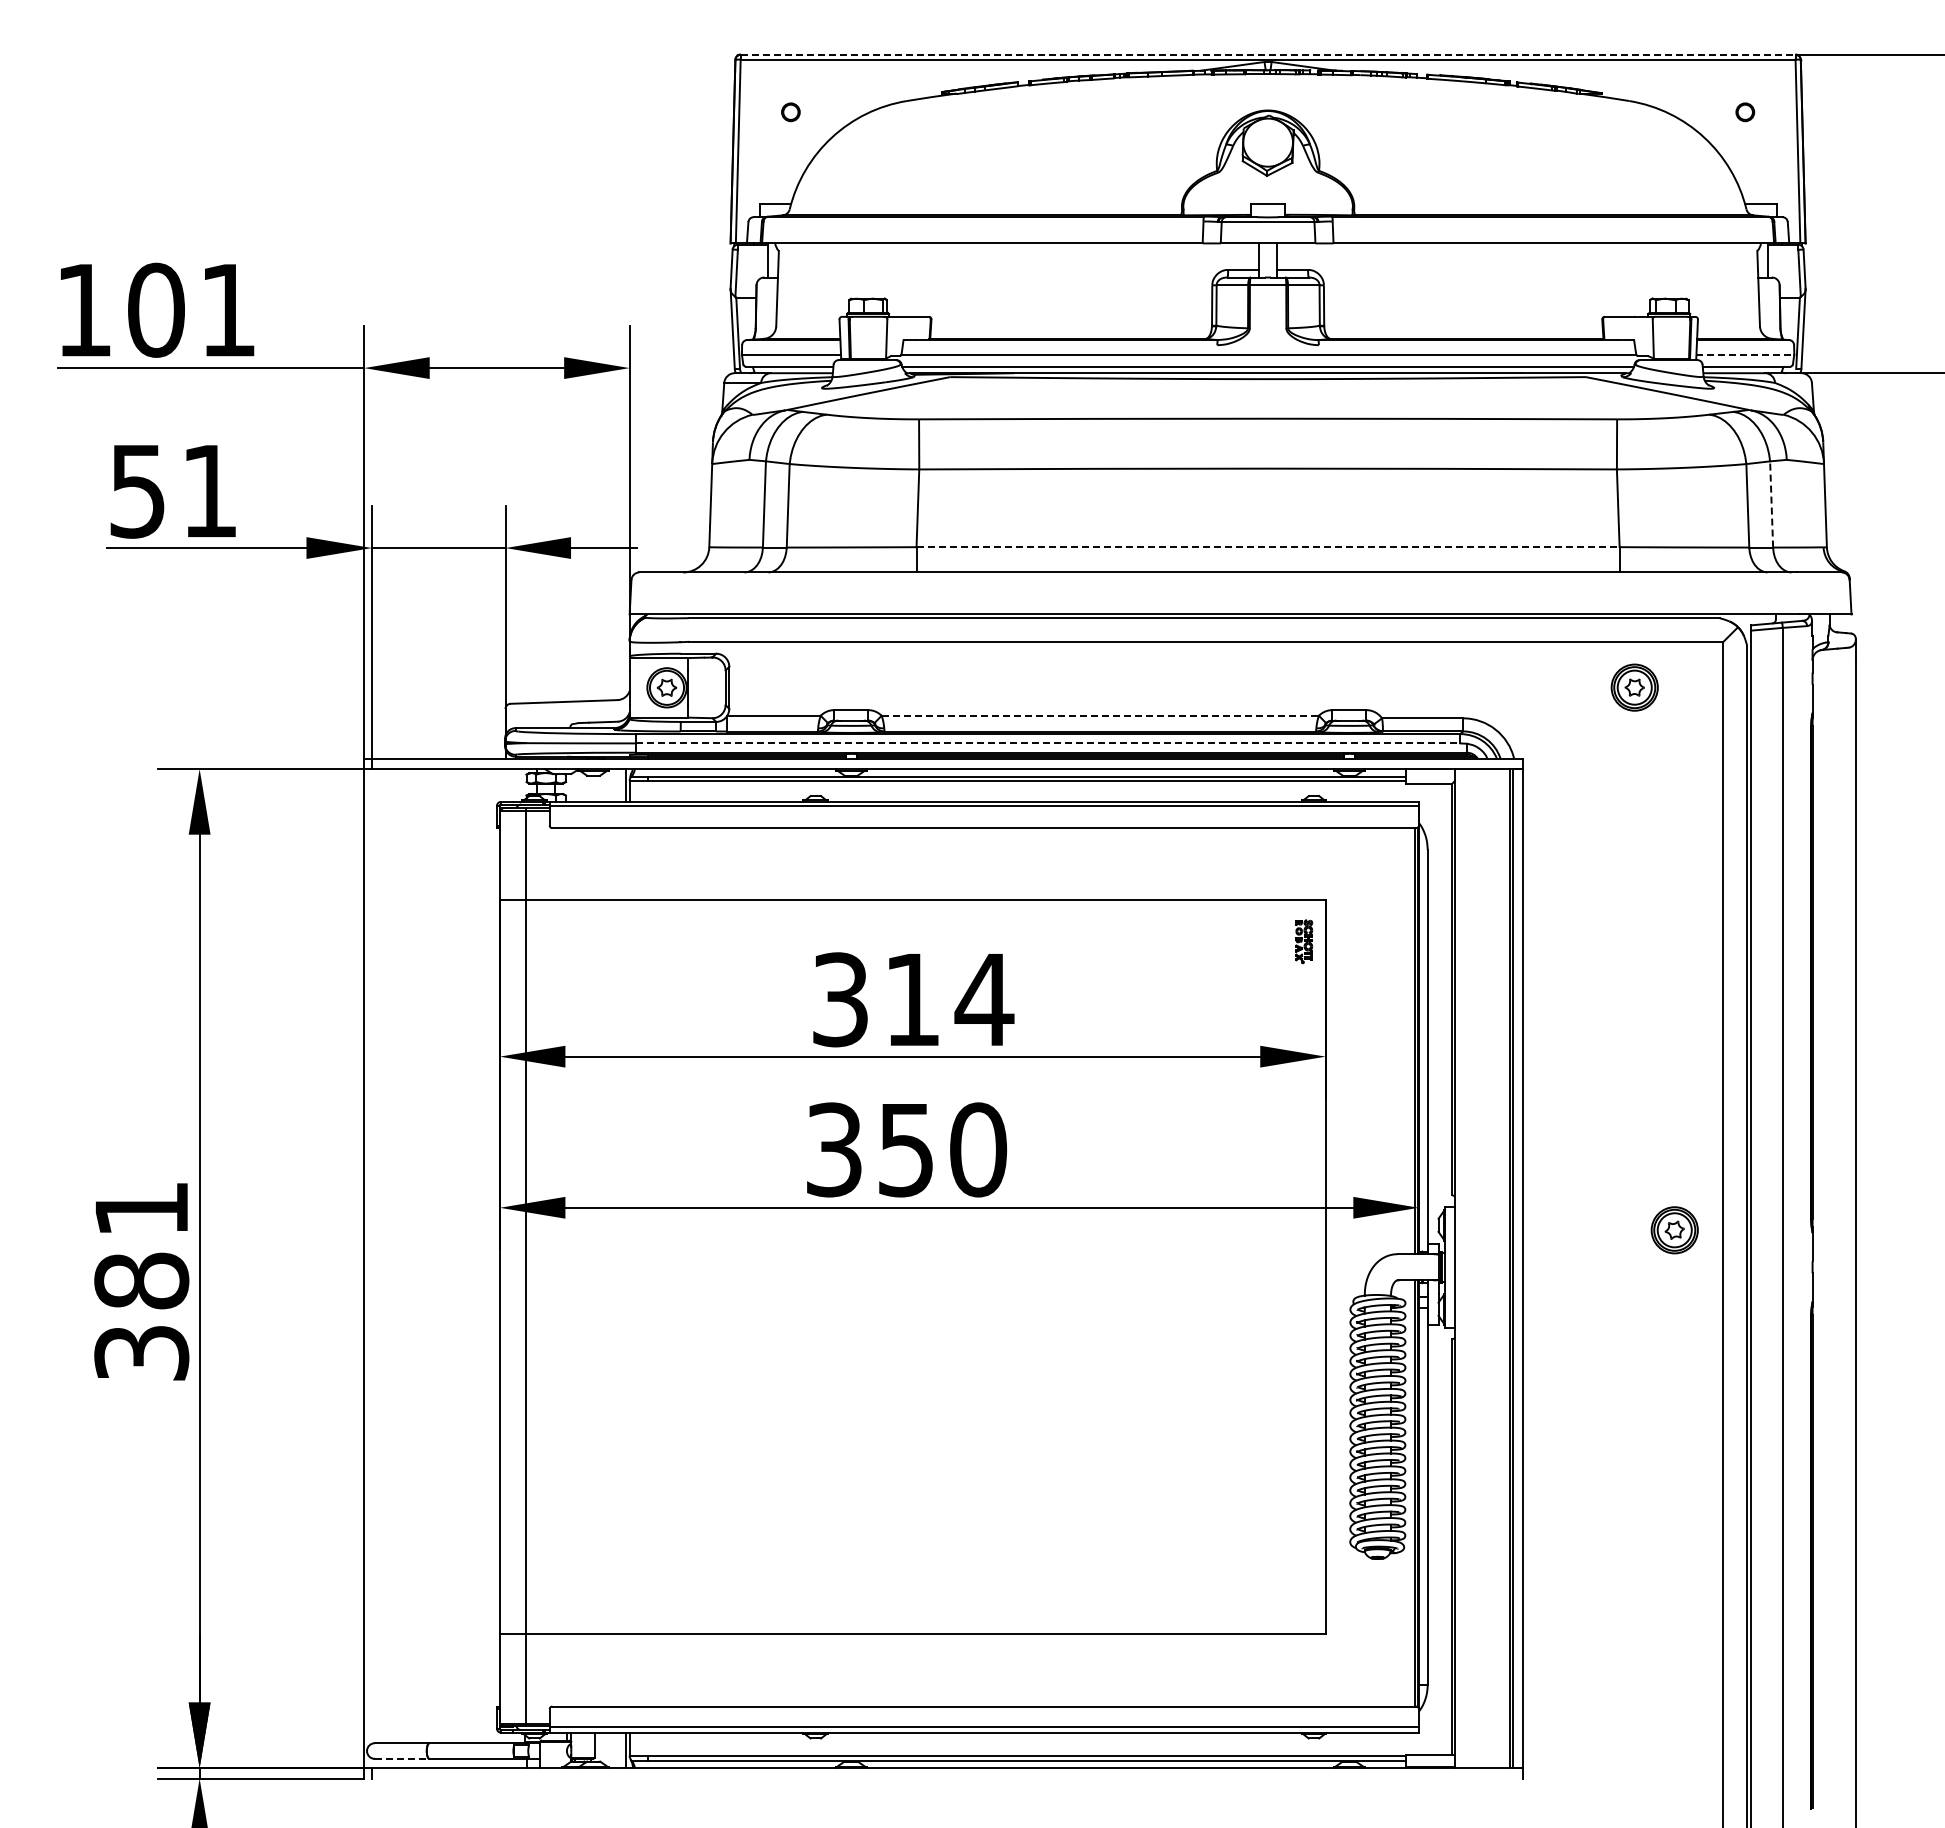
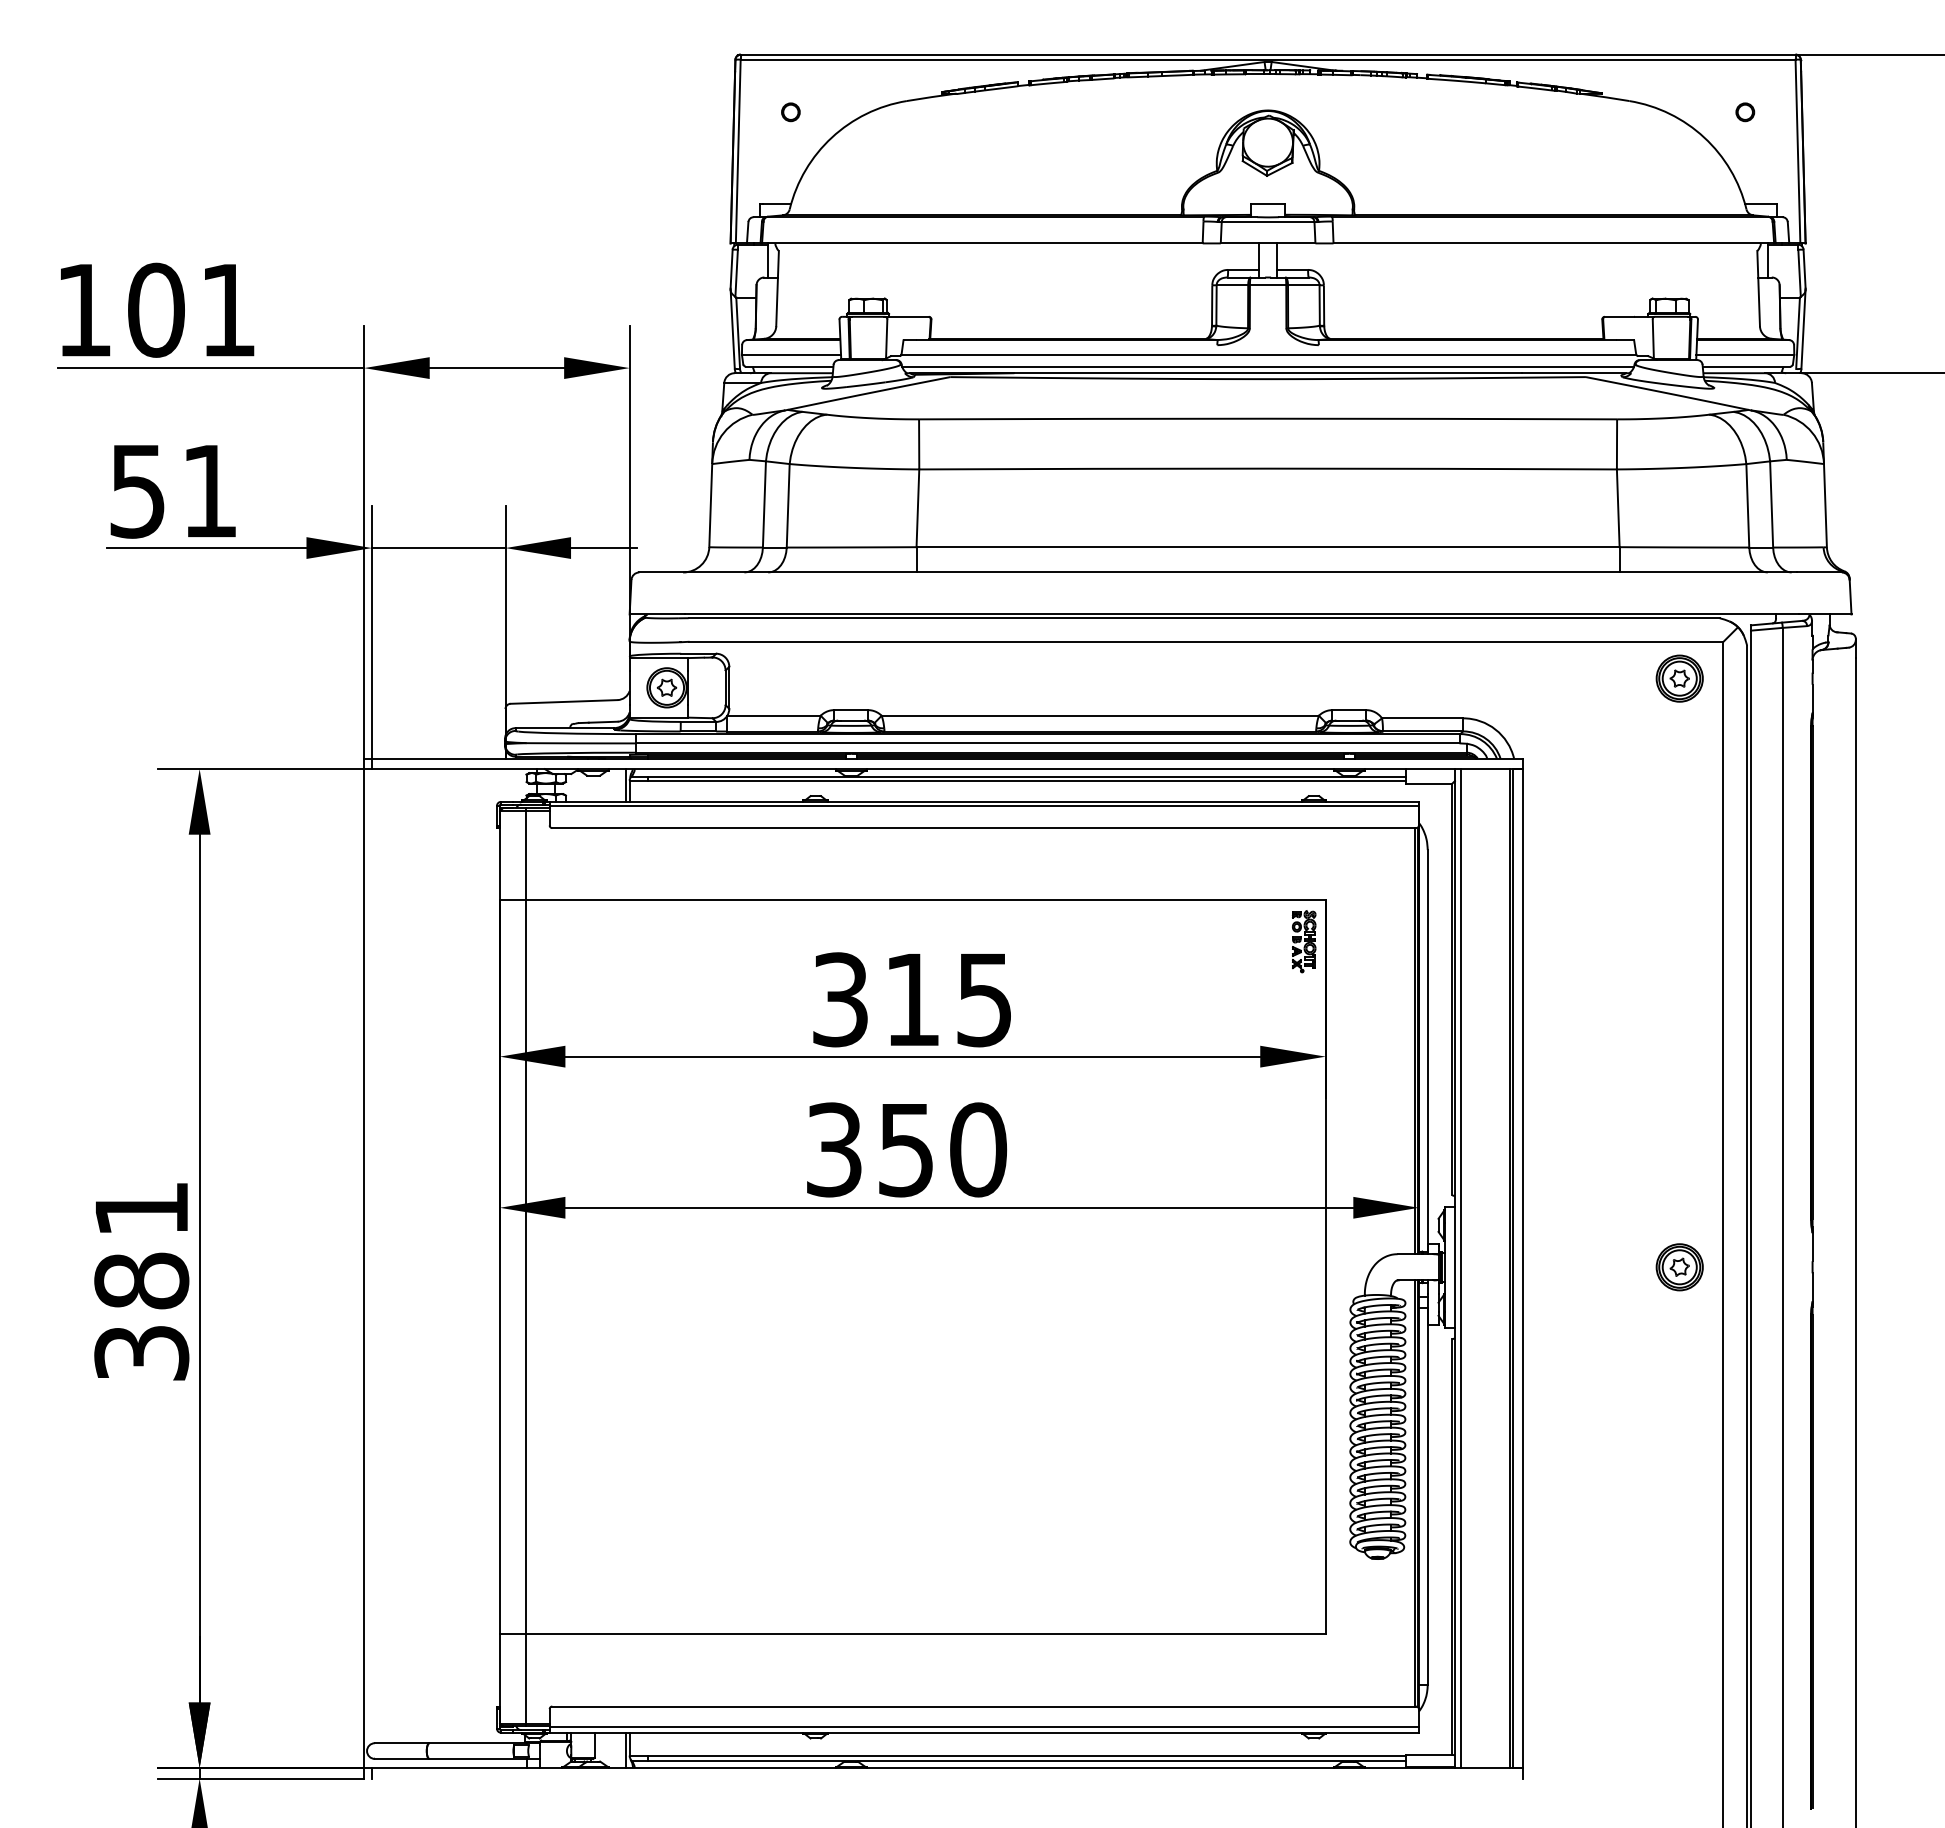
line at (1268, 54): dashed -> solid
line at (1745, 354): dashed -> solid
line at (1771, 503): dashed -> solid
line at (1268, 547): dashed -> solid
part at (1634, 687) position: (1634, 687) -> (1679, 678)
line at (1100, 715): dashed -> solid
line at (1048, 743): dashed -> solid
part at (1304, 941) size: 19x46 px -> 25x64 px
text at (984, 1000): 314 -> 315
part at (1674, 1230) position: (1674, 1230) -> (1679, 1267)
line at (1461, 1268): none -> present
line at (402, 1758): dashed -> solid
